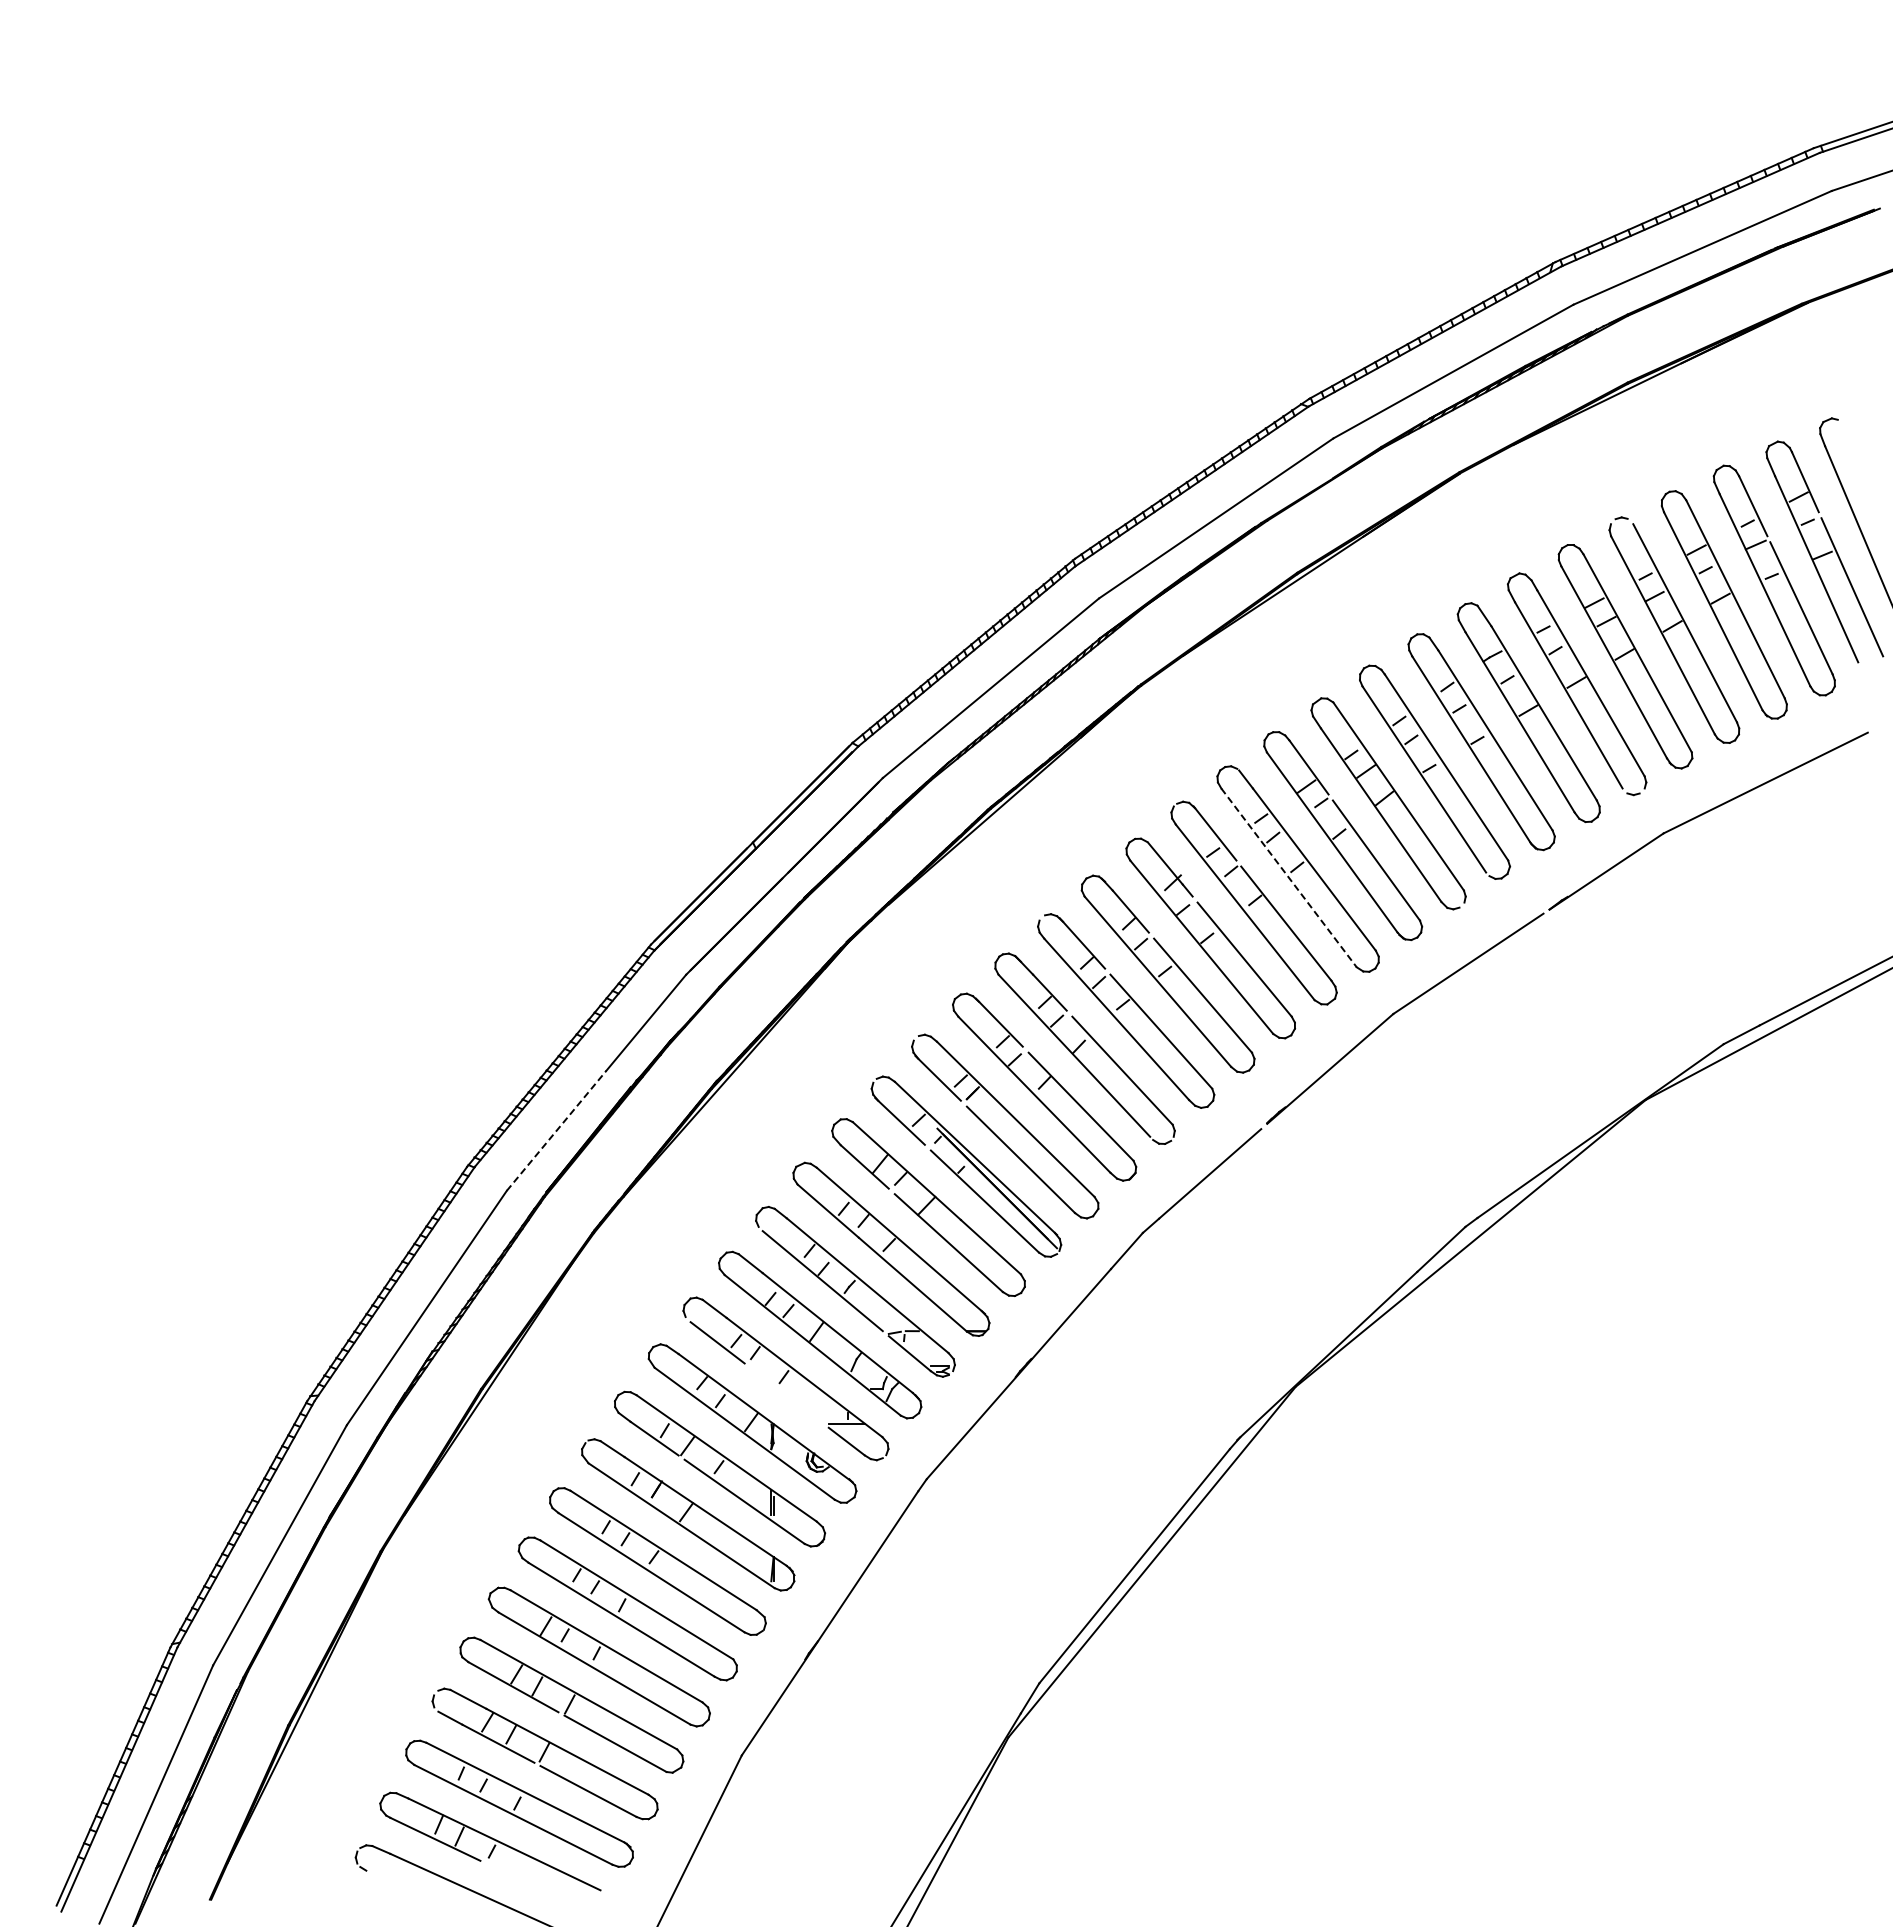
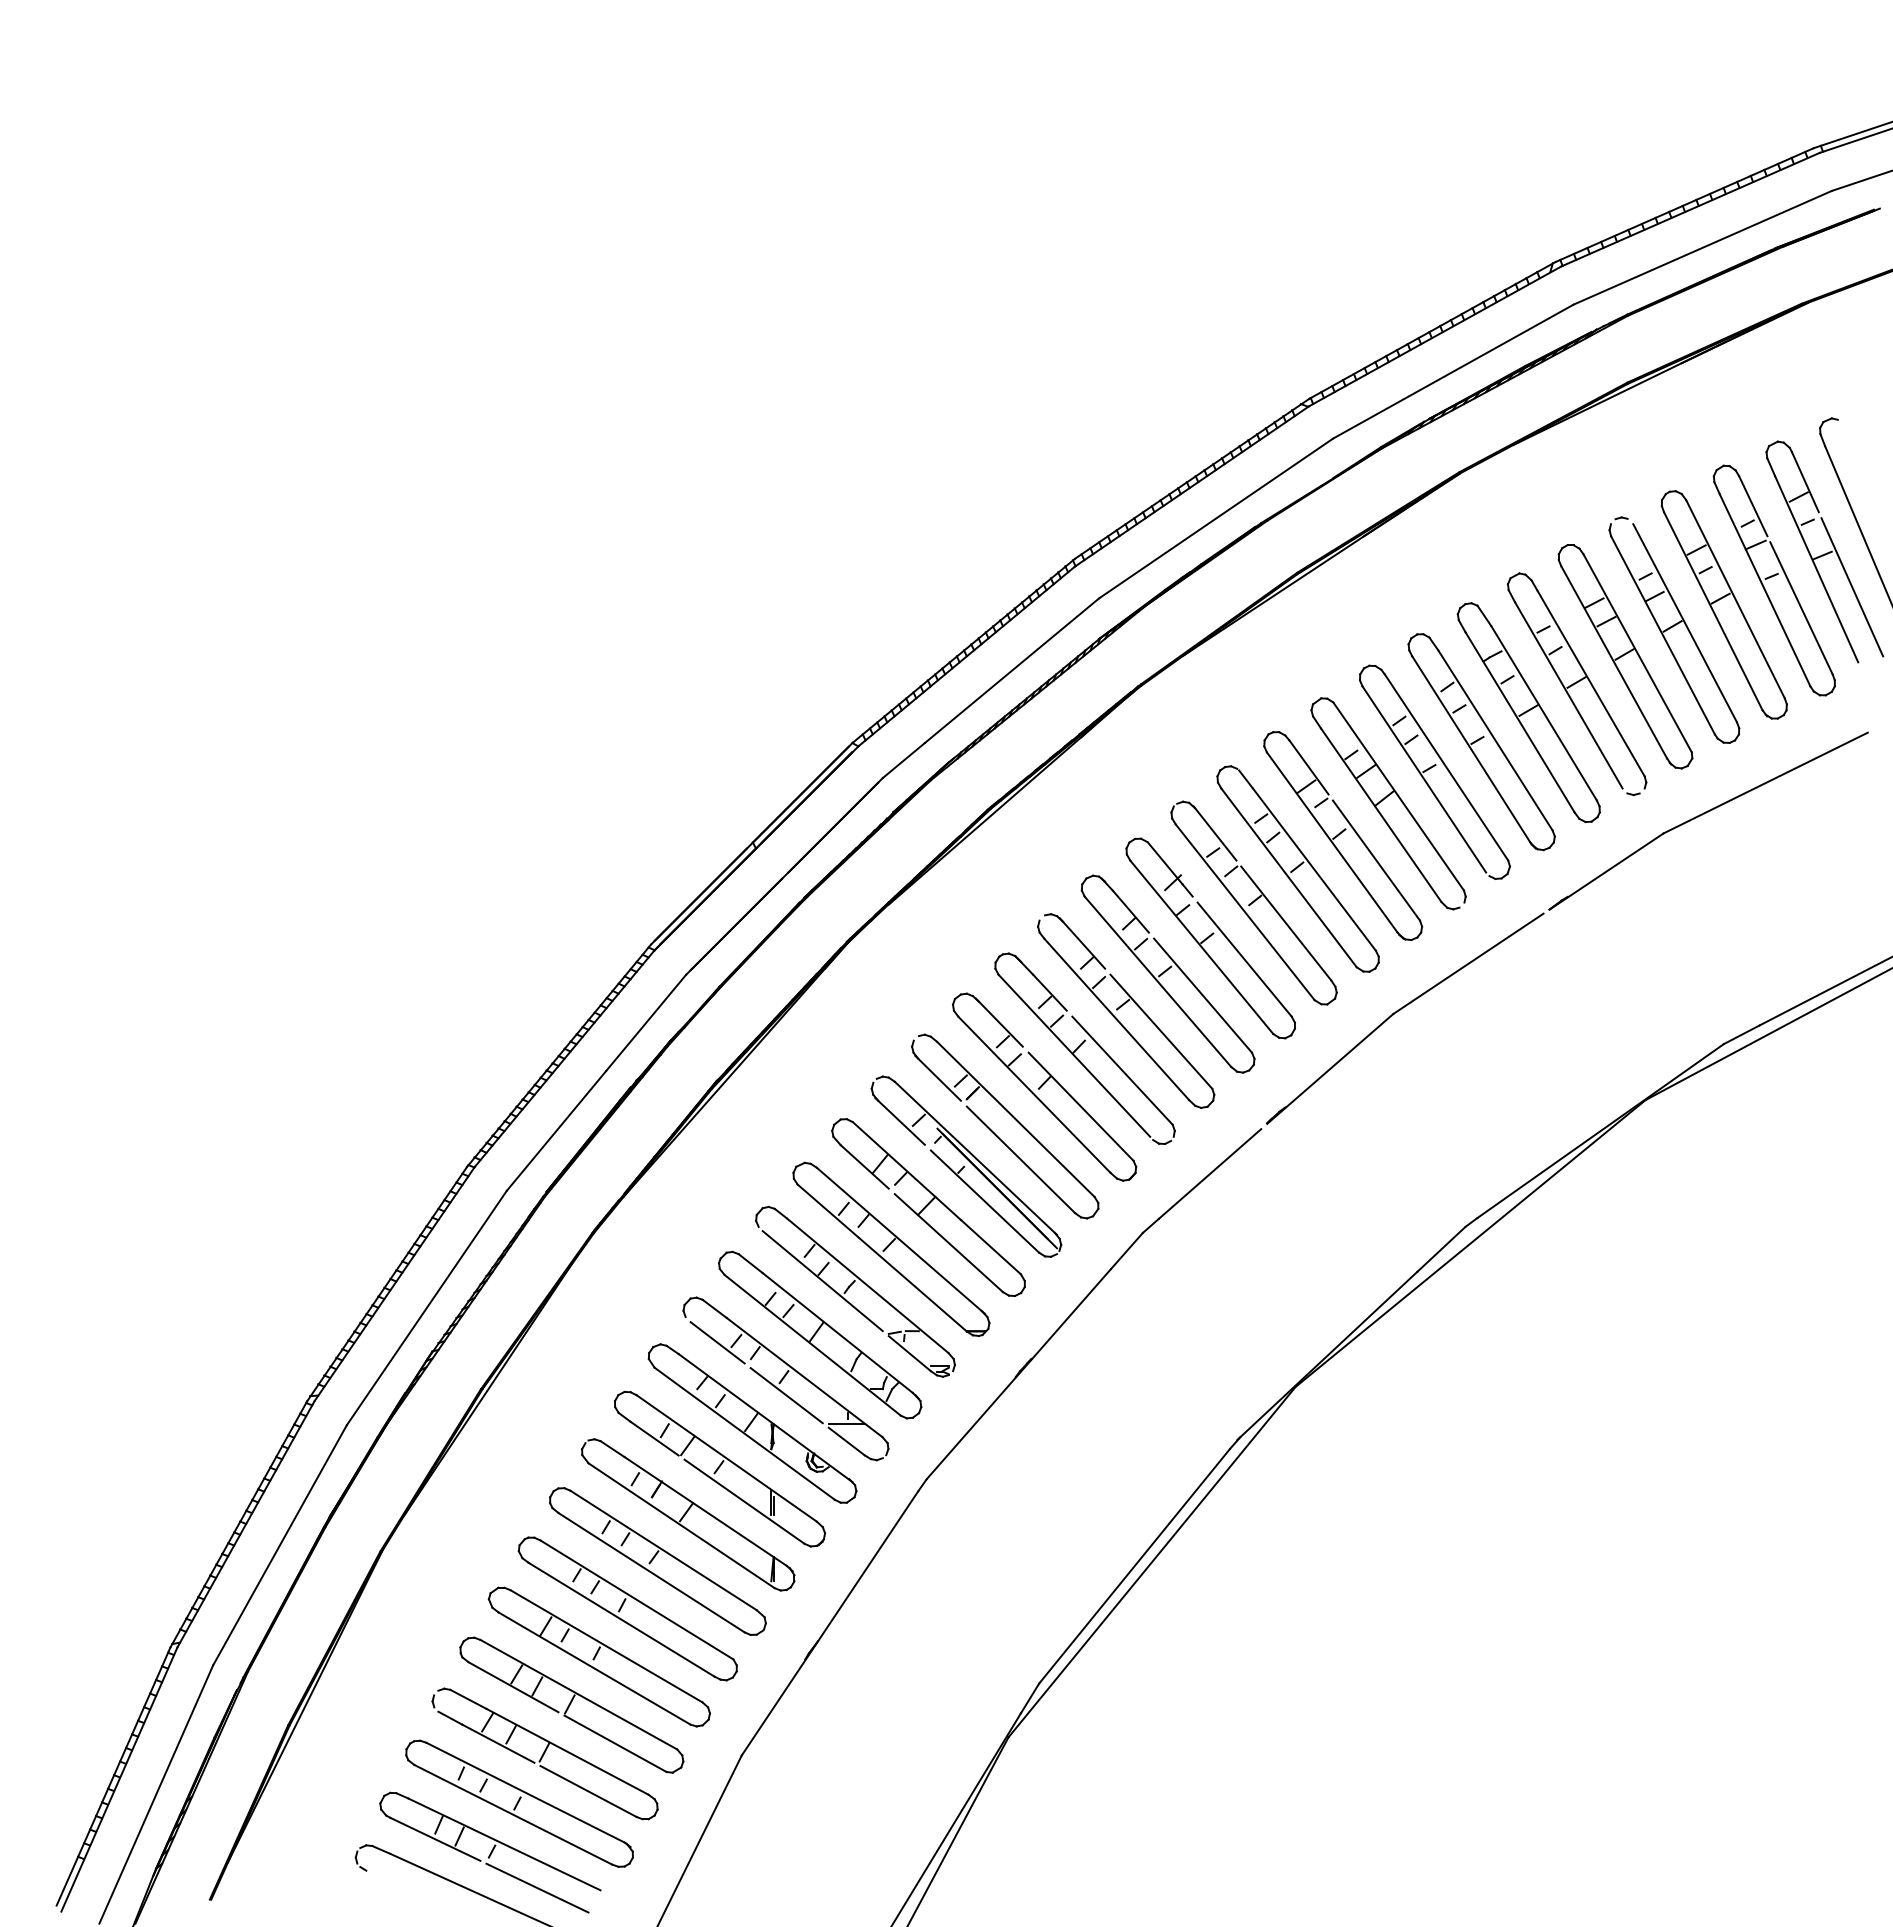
line at (1289, 878): dashed -> solid
line at (556, 1130): dashed -> solid
line at (786, 1395): none -> present
line at (537, 1887): none -> present
